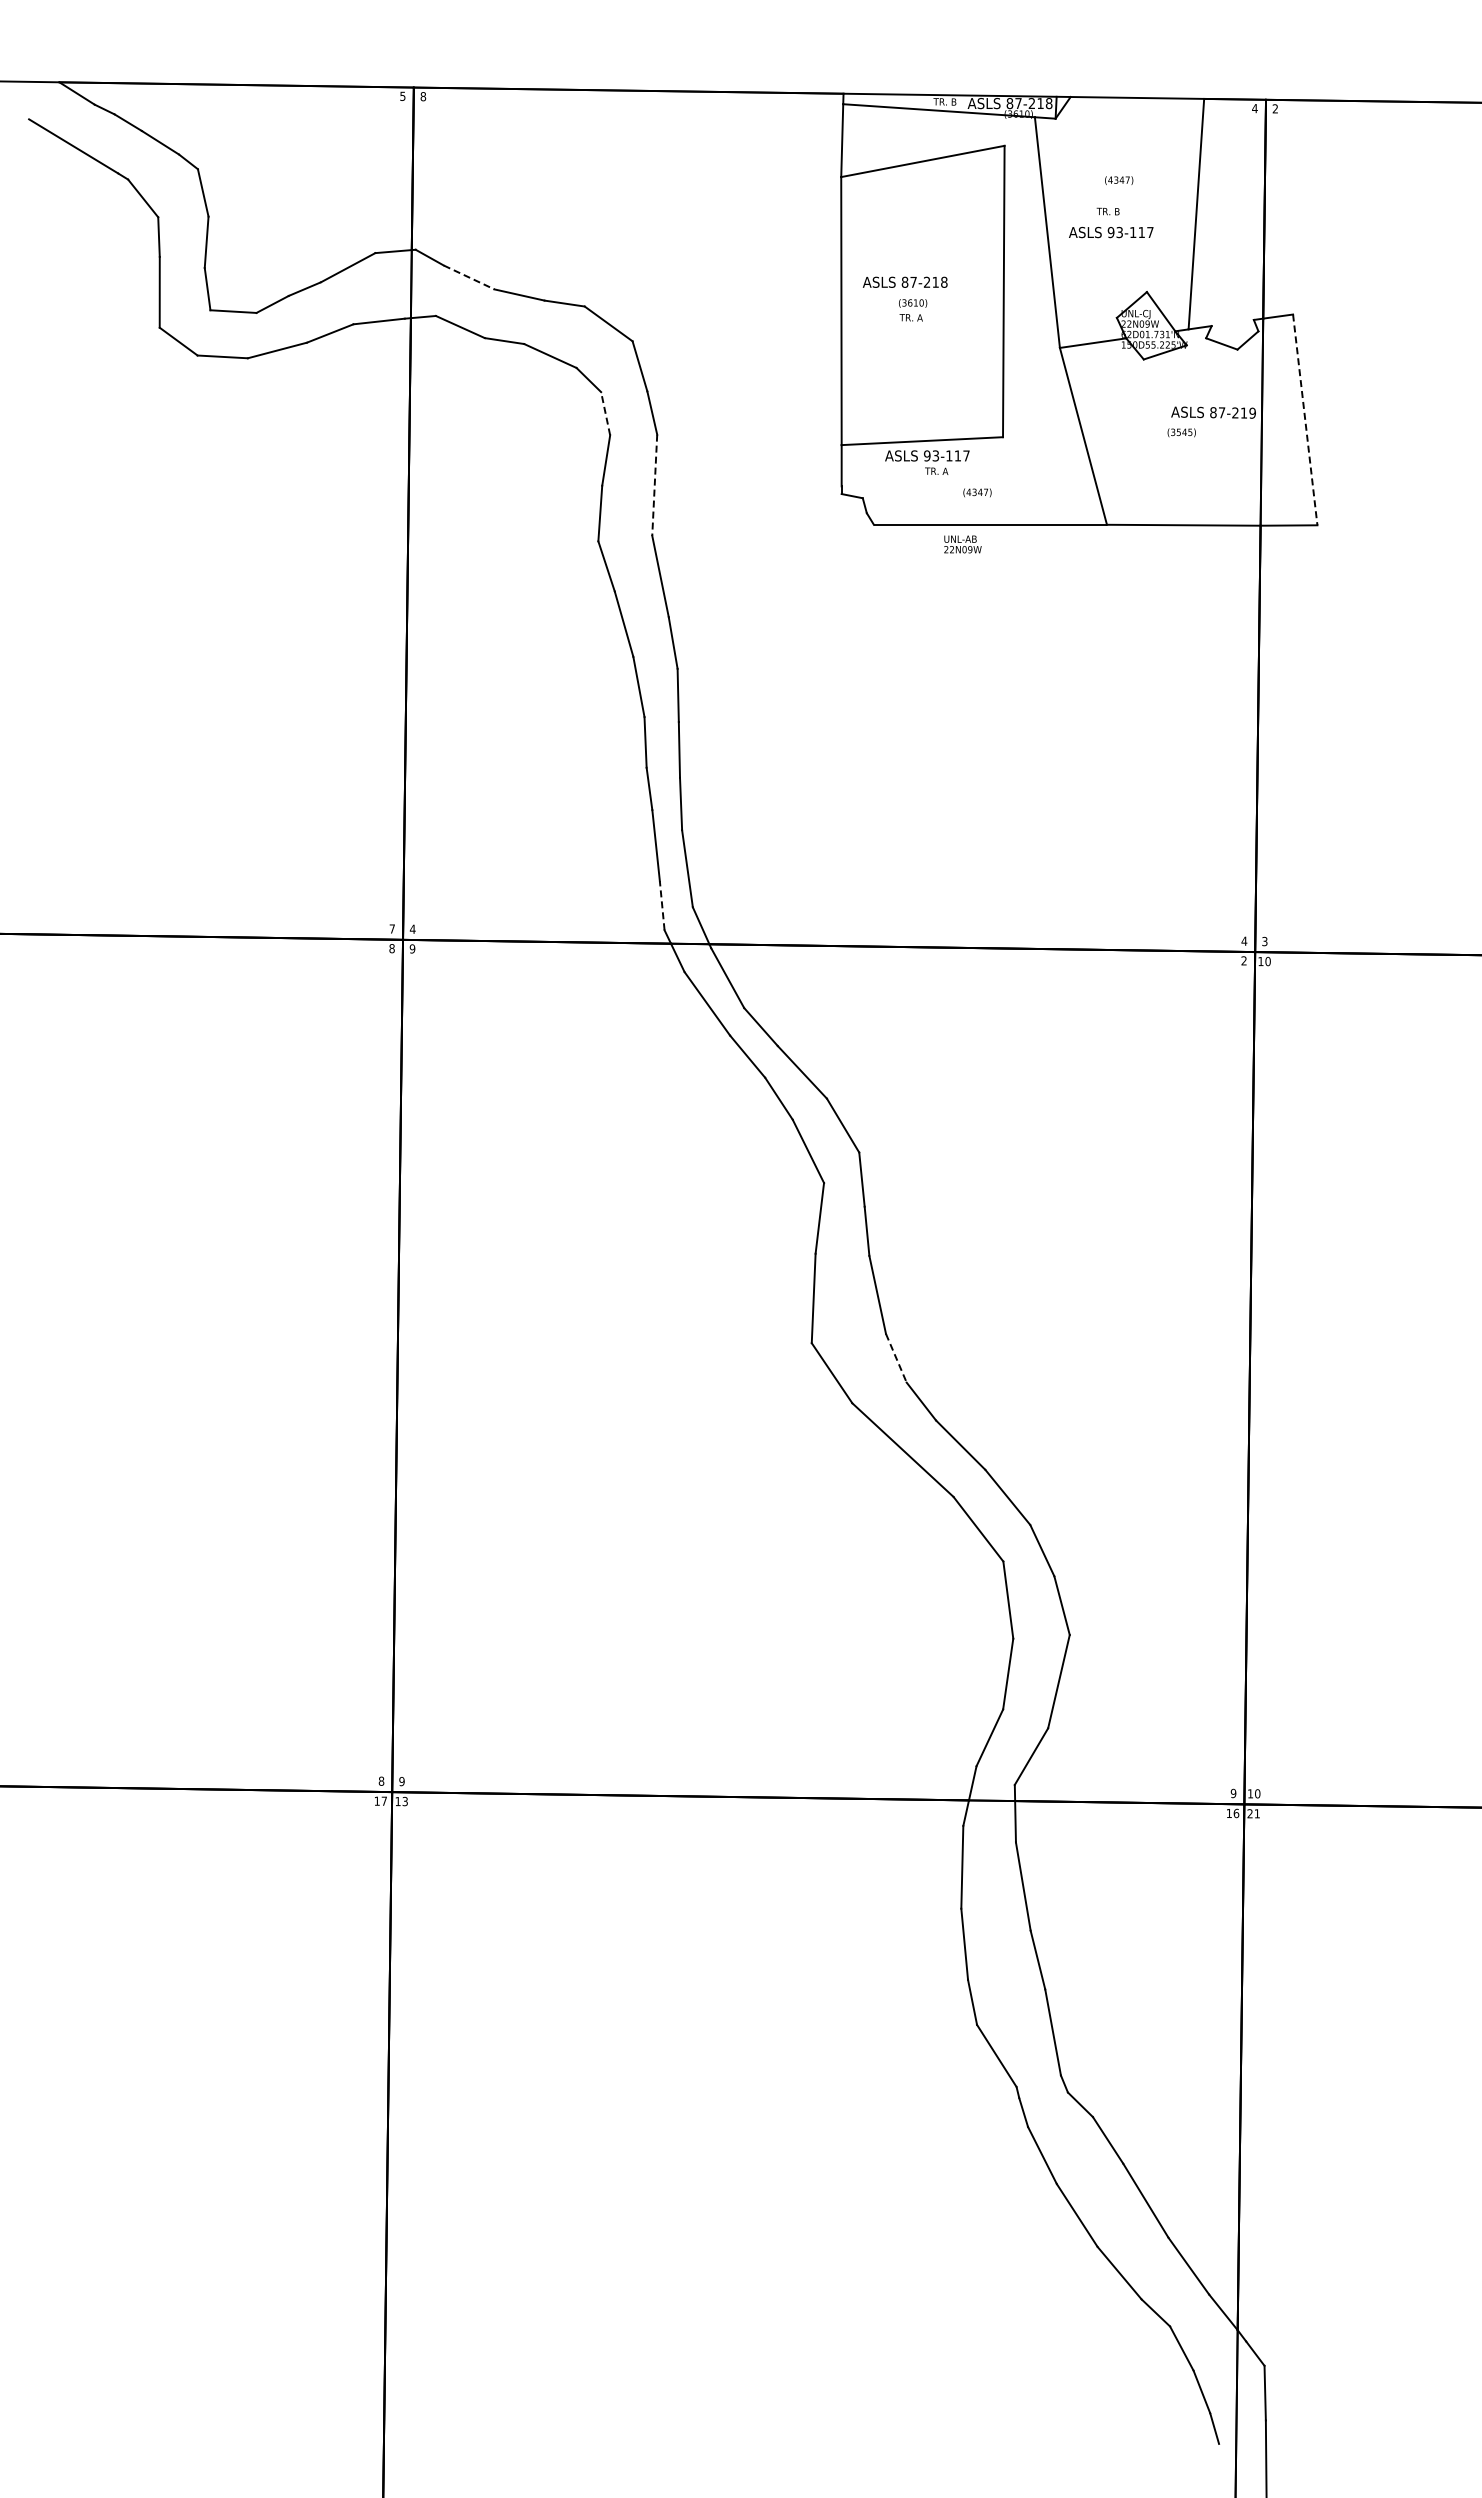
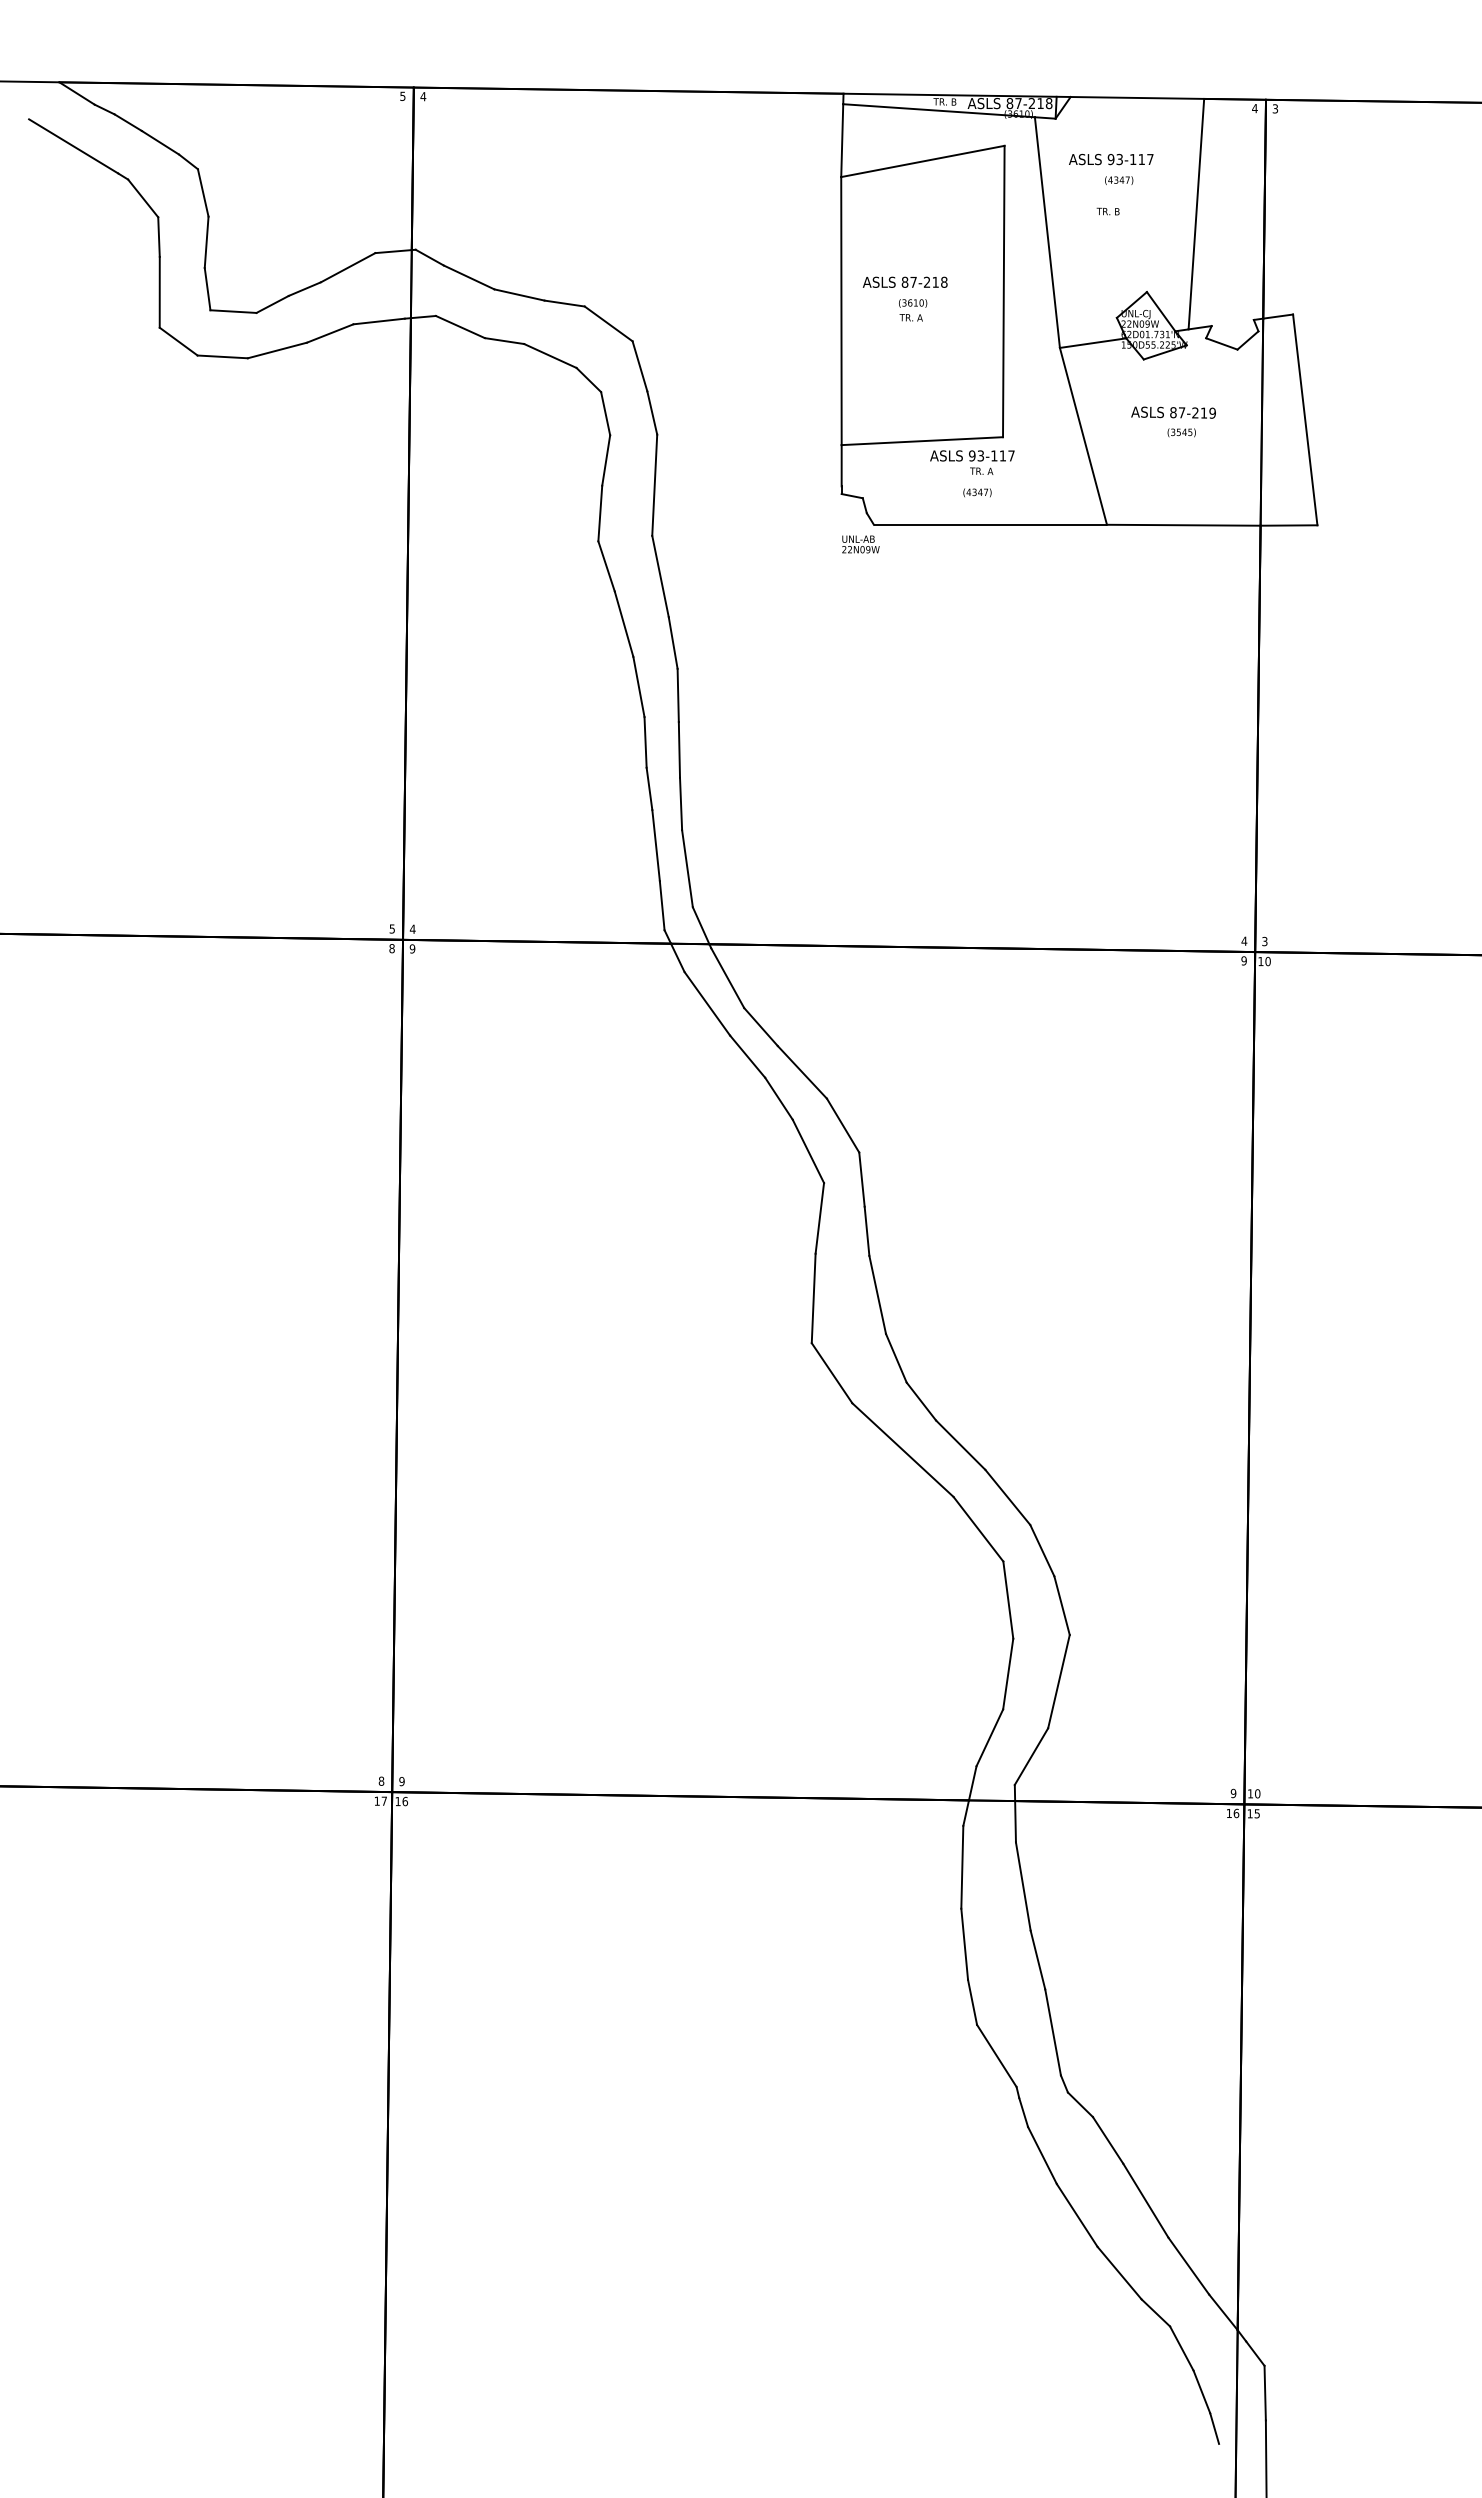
text at (423, 96): 8 -> 4
text at (1275, 109): 2 -> 3
text at (1111, 232) position: (1111, 232) -> (1111, 159)
line at (469, 277): dashed -> solid
text at (1213, 412) position: (1213, 412) -> (1173, 412)
line at (605, 413): dashed -> solid
line at (1305, 420): dashed -> solid
text at (927, 462) position: (927, 462) -> (972, 462)
line at (654, 485): dashed -> solid
text at (962, 544) position: (962, 544) -> (860, 544)
line at (662, 905): dashed -> solid
text at (391, 928): 7 -> 5
text at (1243, 960): 2 -> 9
line at (896, 1358): dashed -> solid
text at (405, 1801): 13 -> 16
text at (1253, 1813): 21 -> 15
